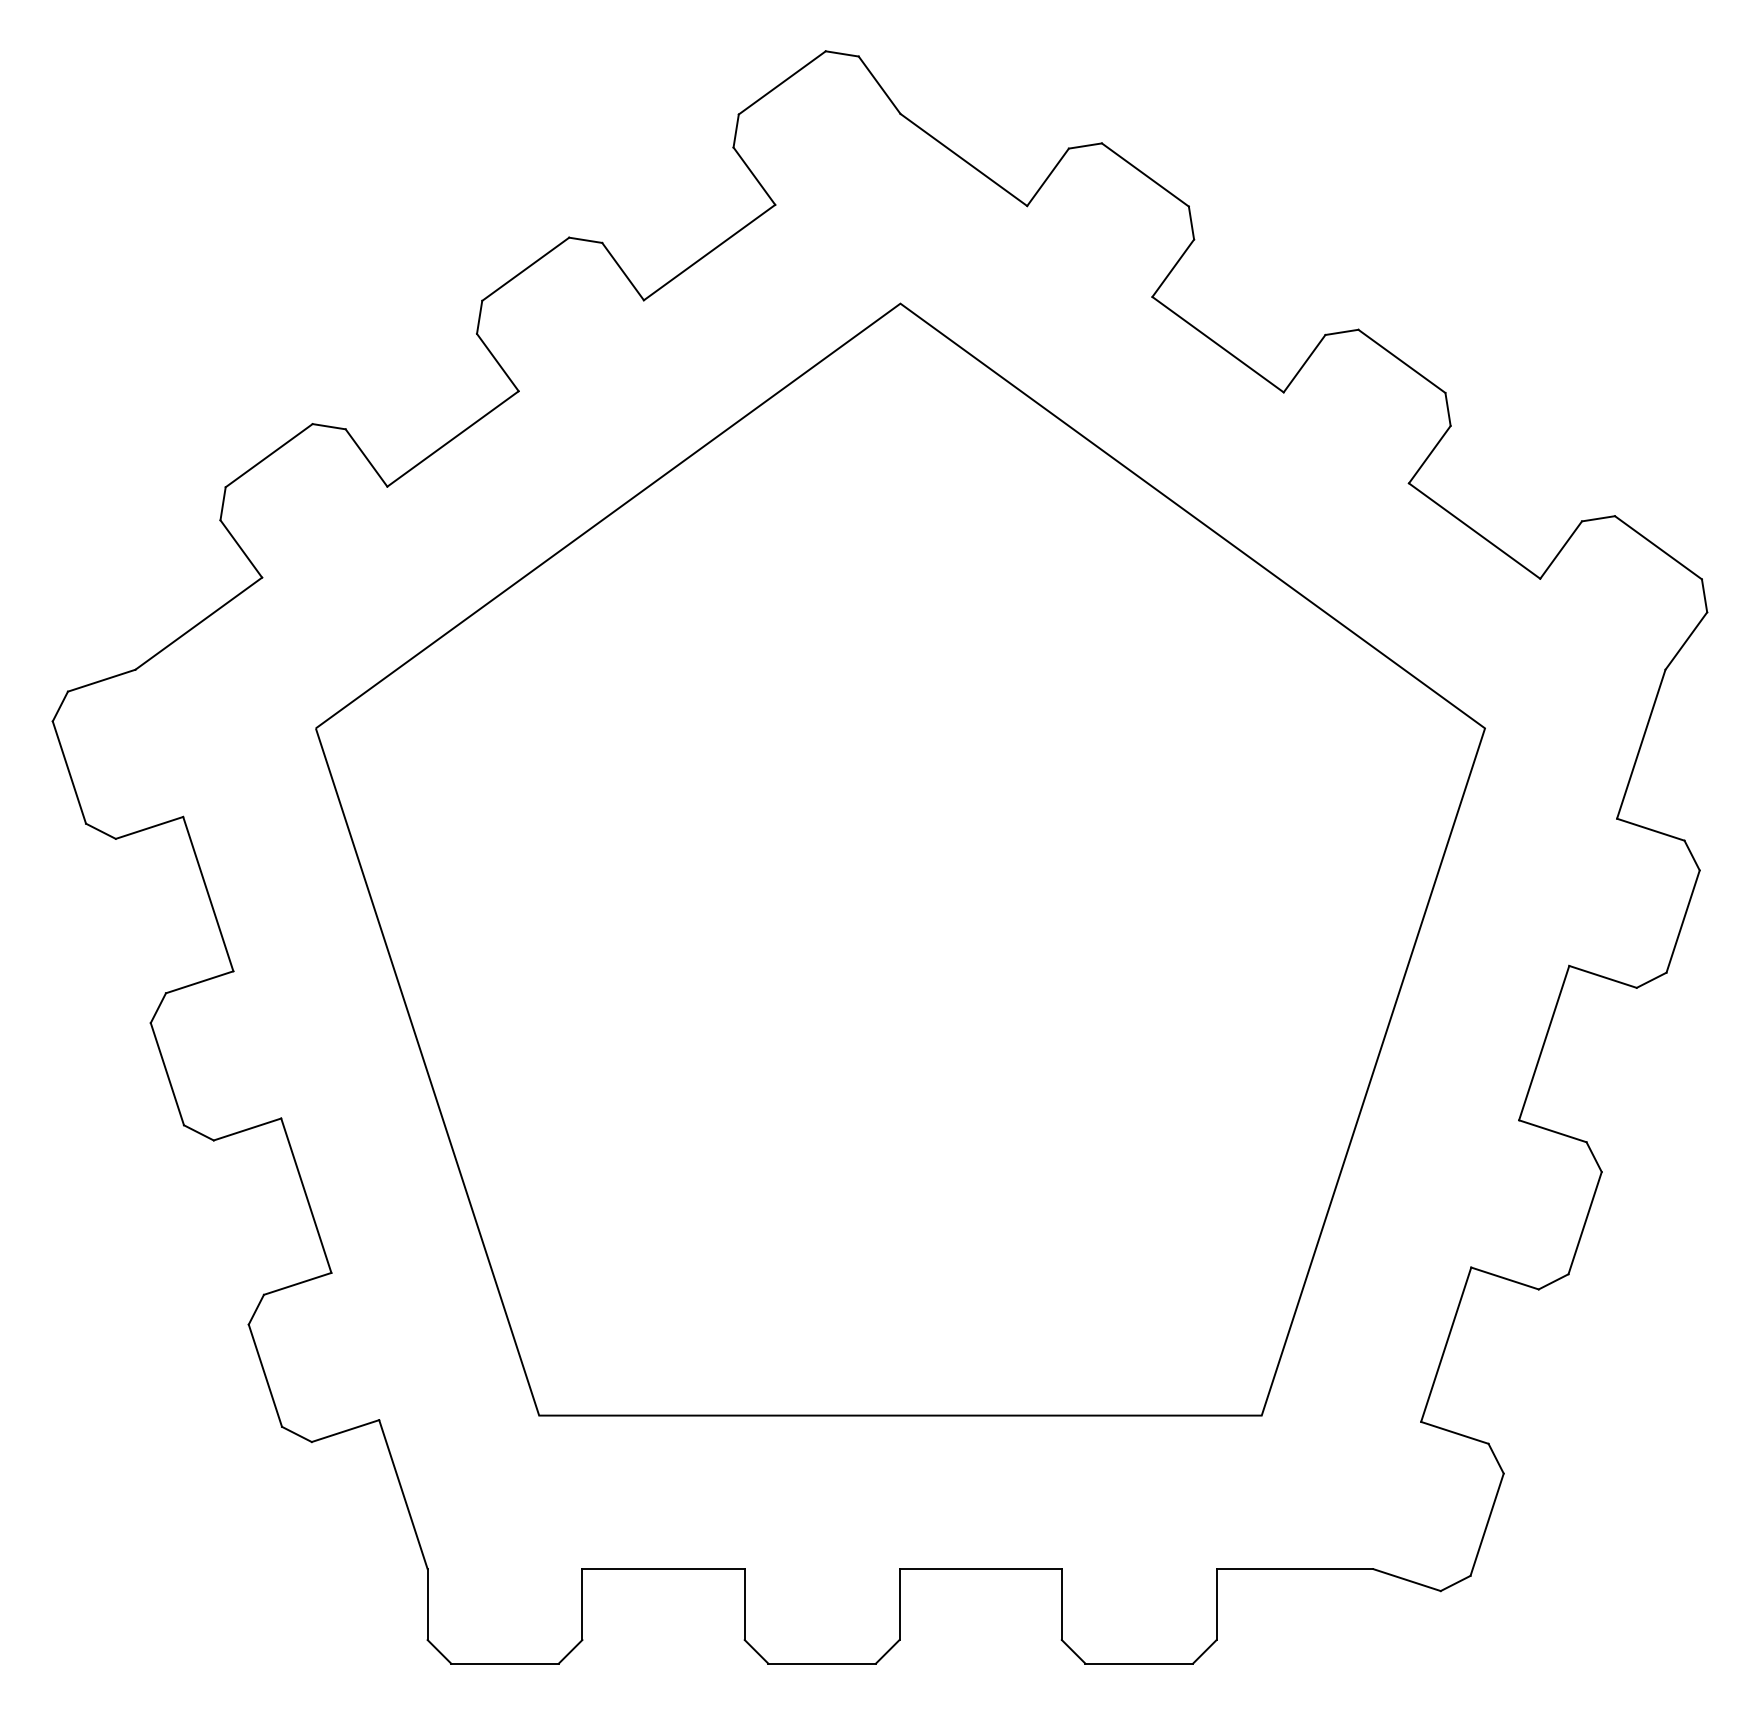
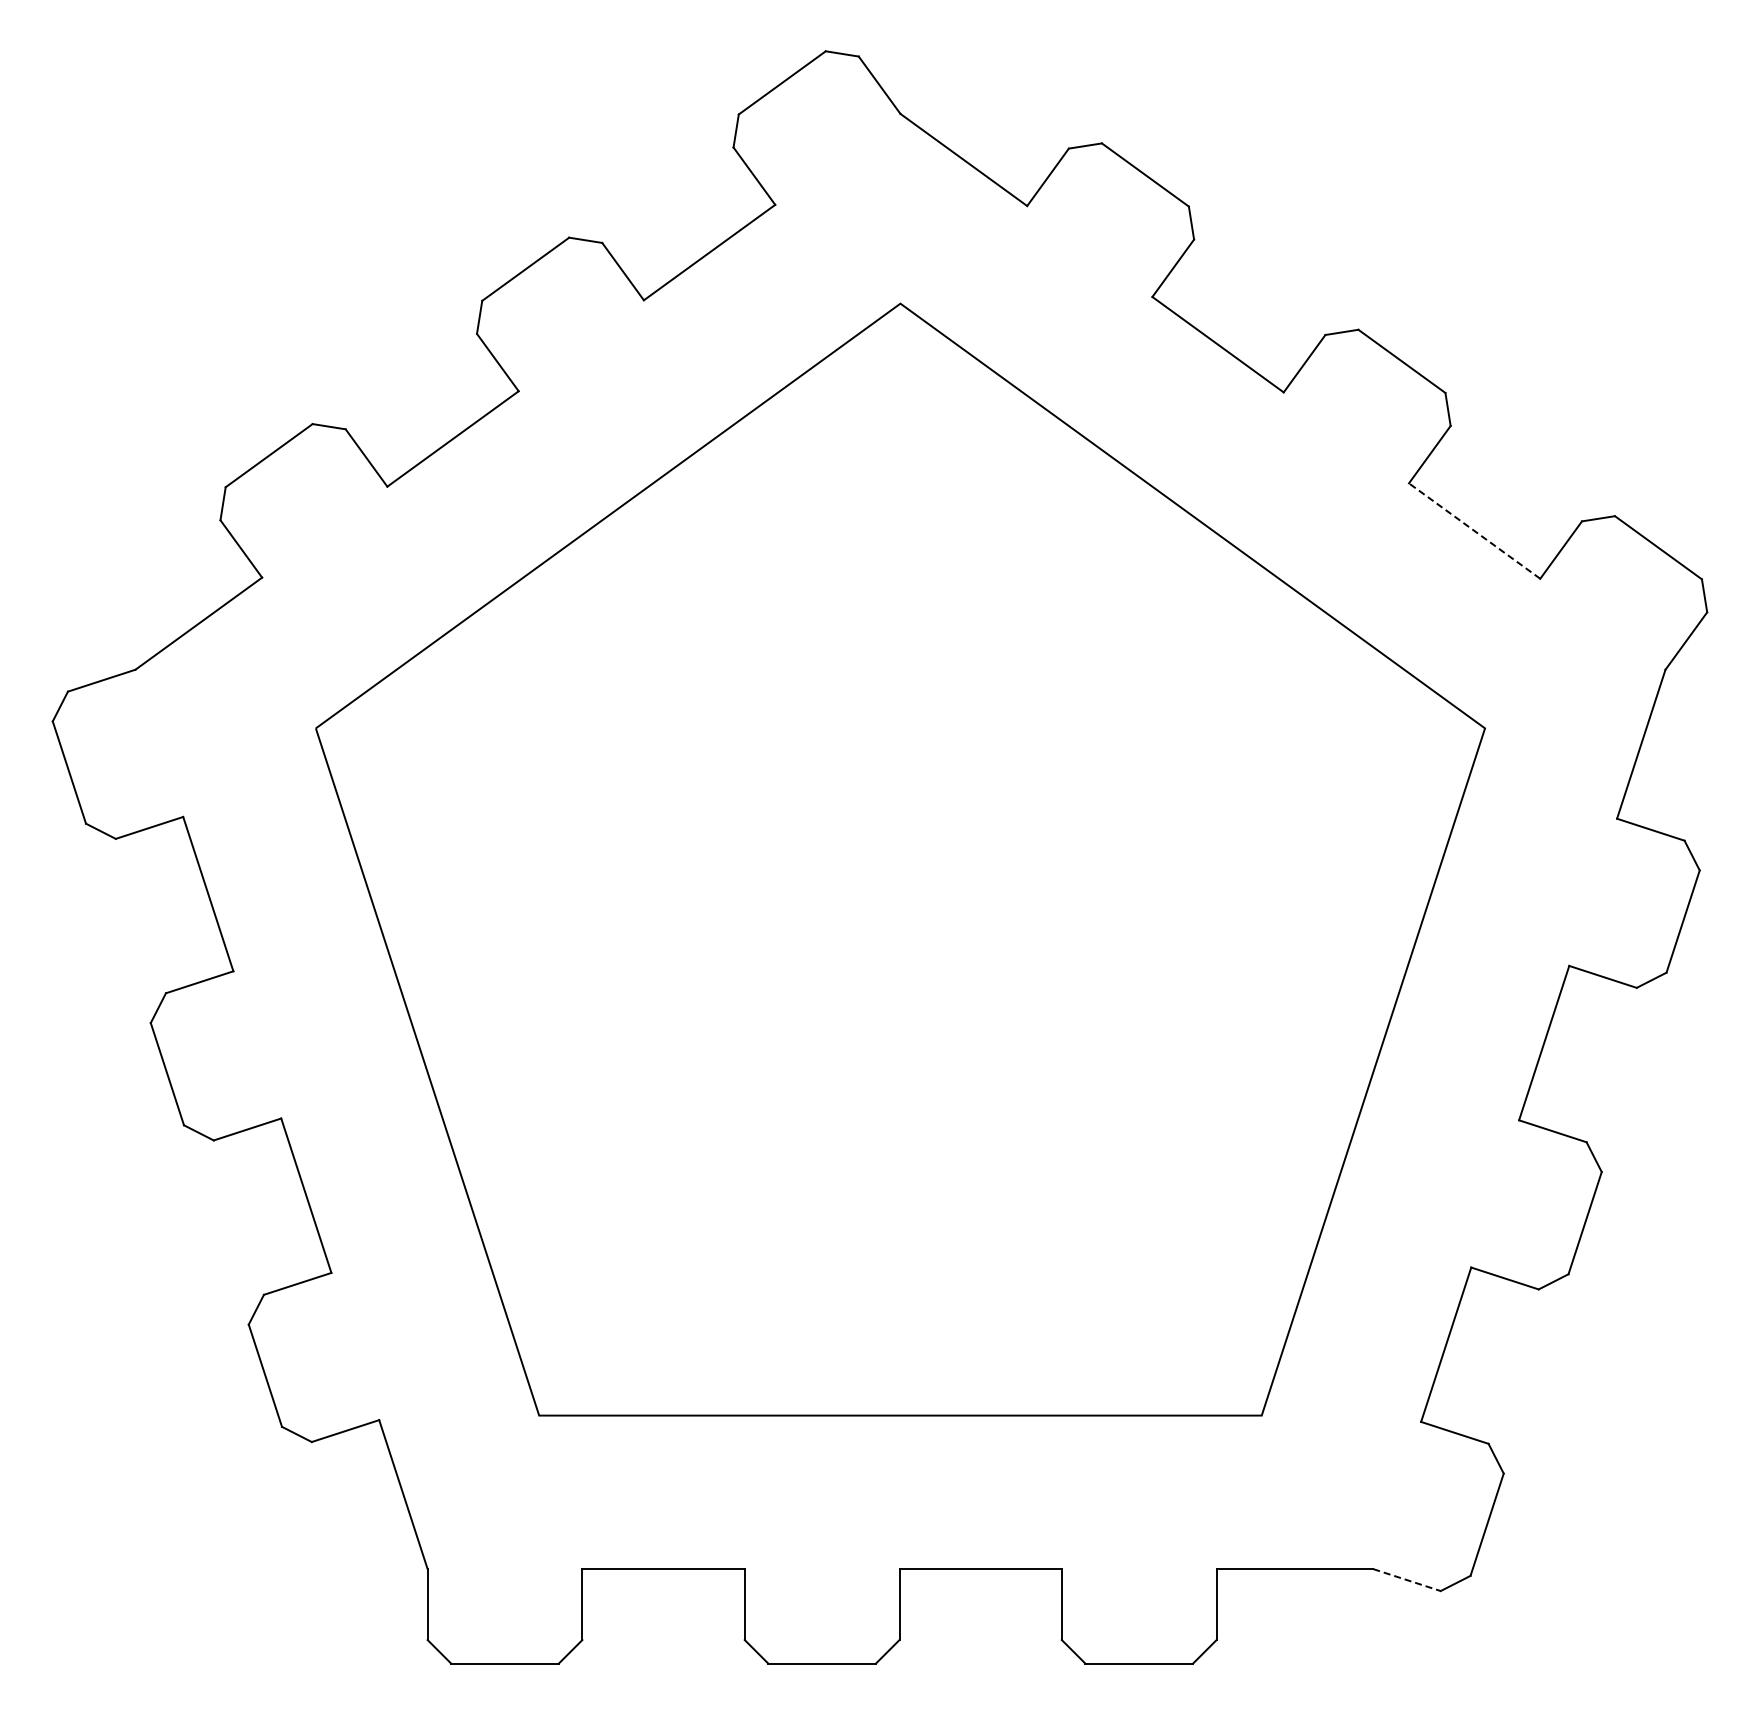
line at (1474, 530): solid -> dashed
line at (1407, 1580): solid -> dashed
